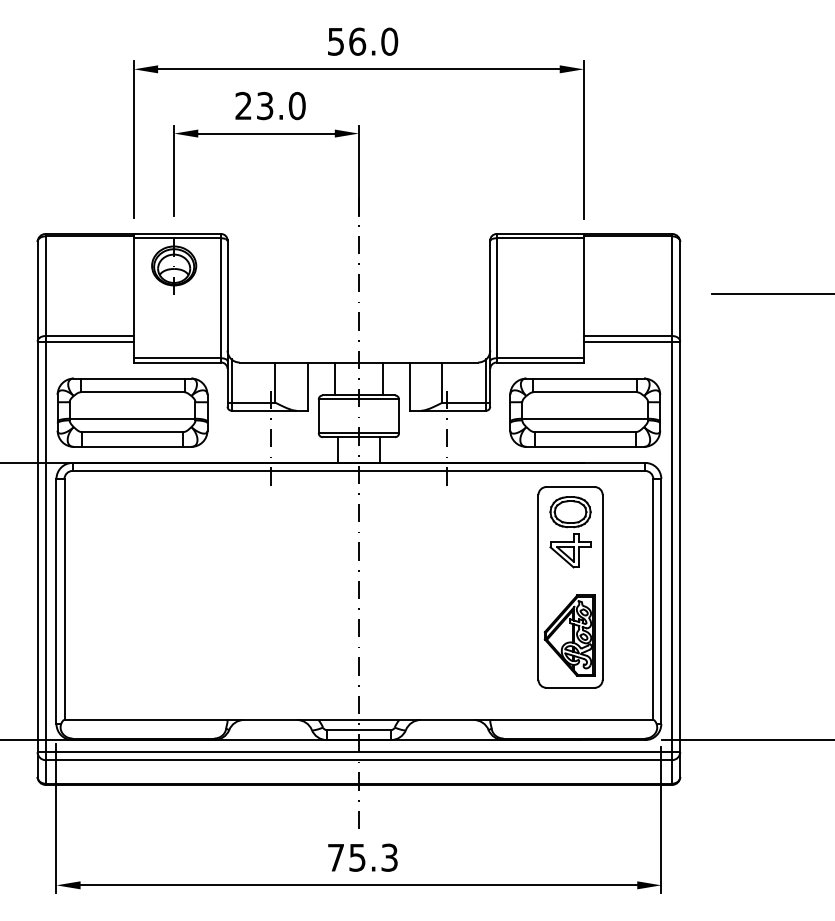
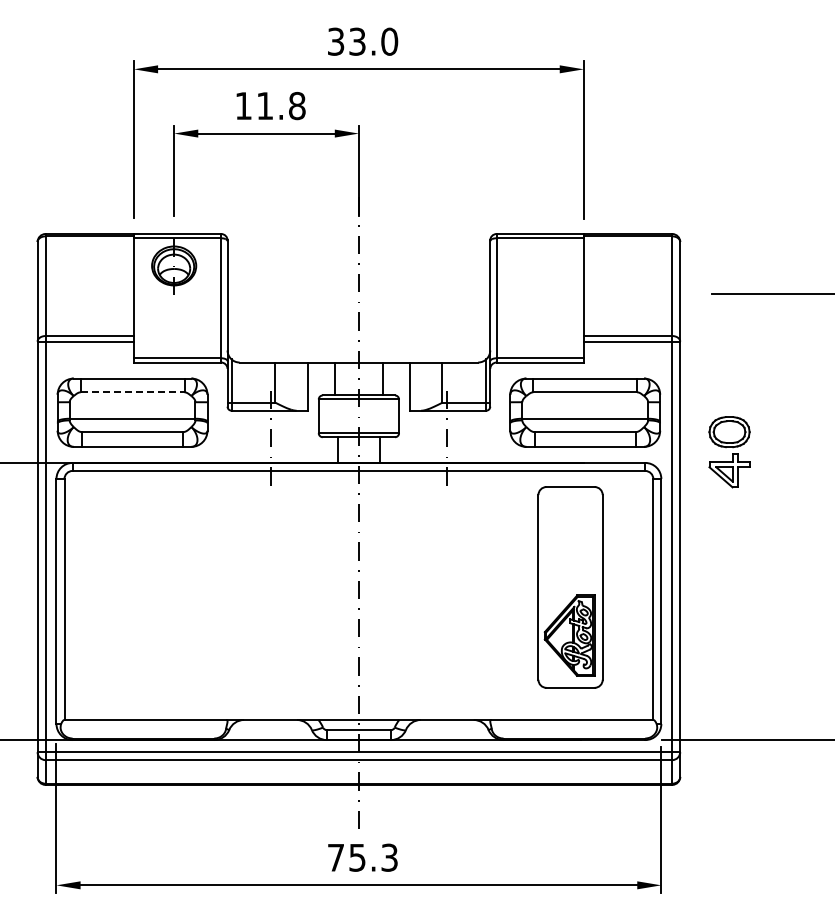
text at (347, 41): 56.0 -> 33.0
text at (270, 105): 23.0 -> 11.8
line at (132, 392): solid -> dashed
part at (570, 532) position: (570, 532) -> (729, 452)
